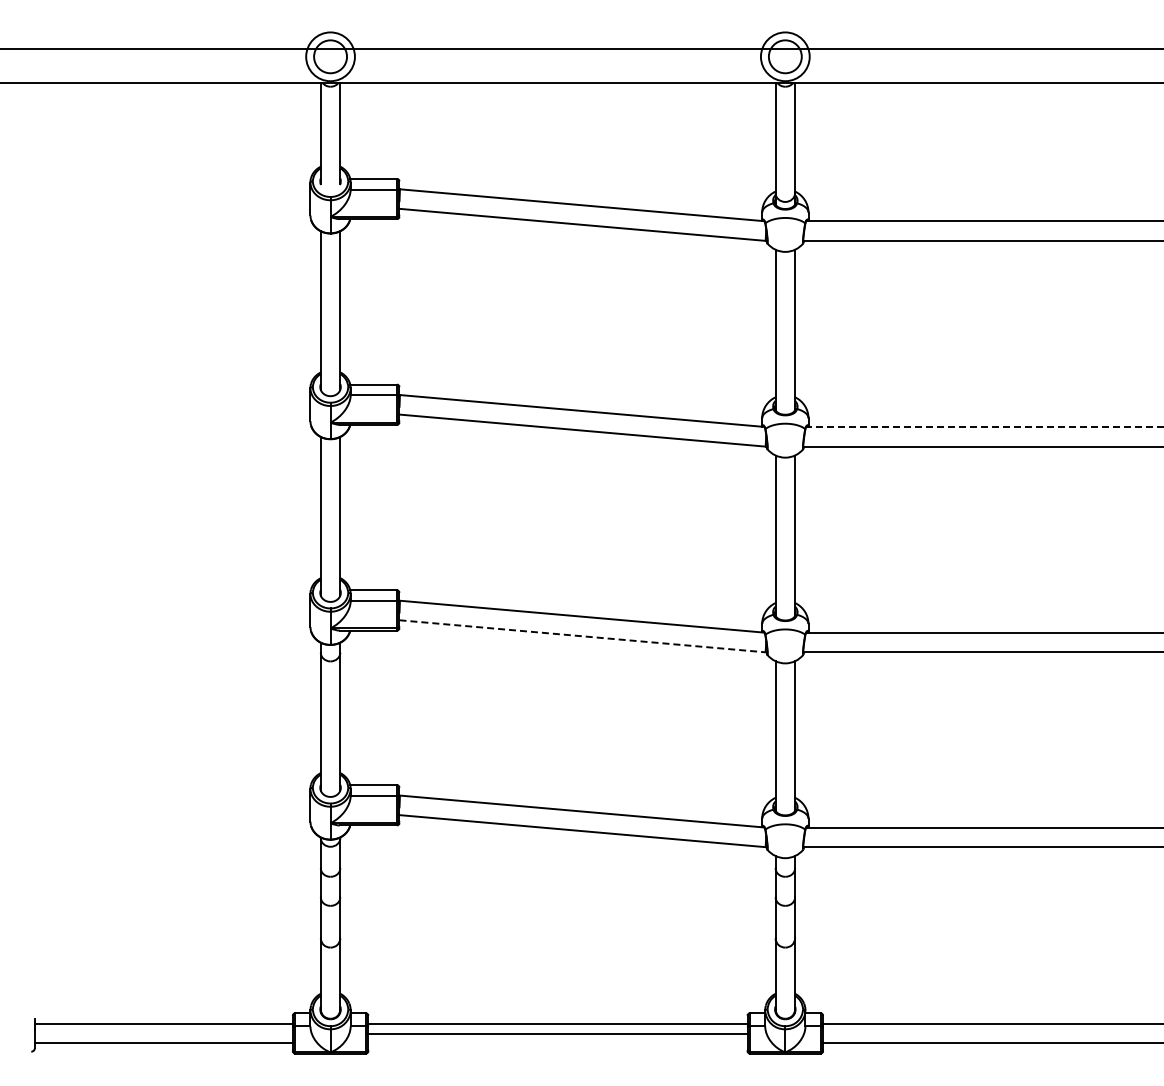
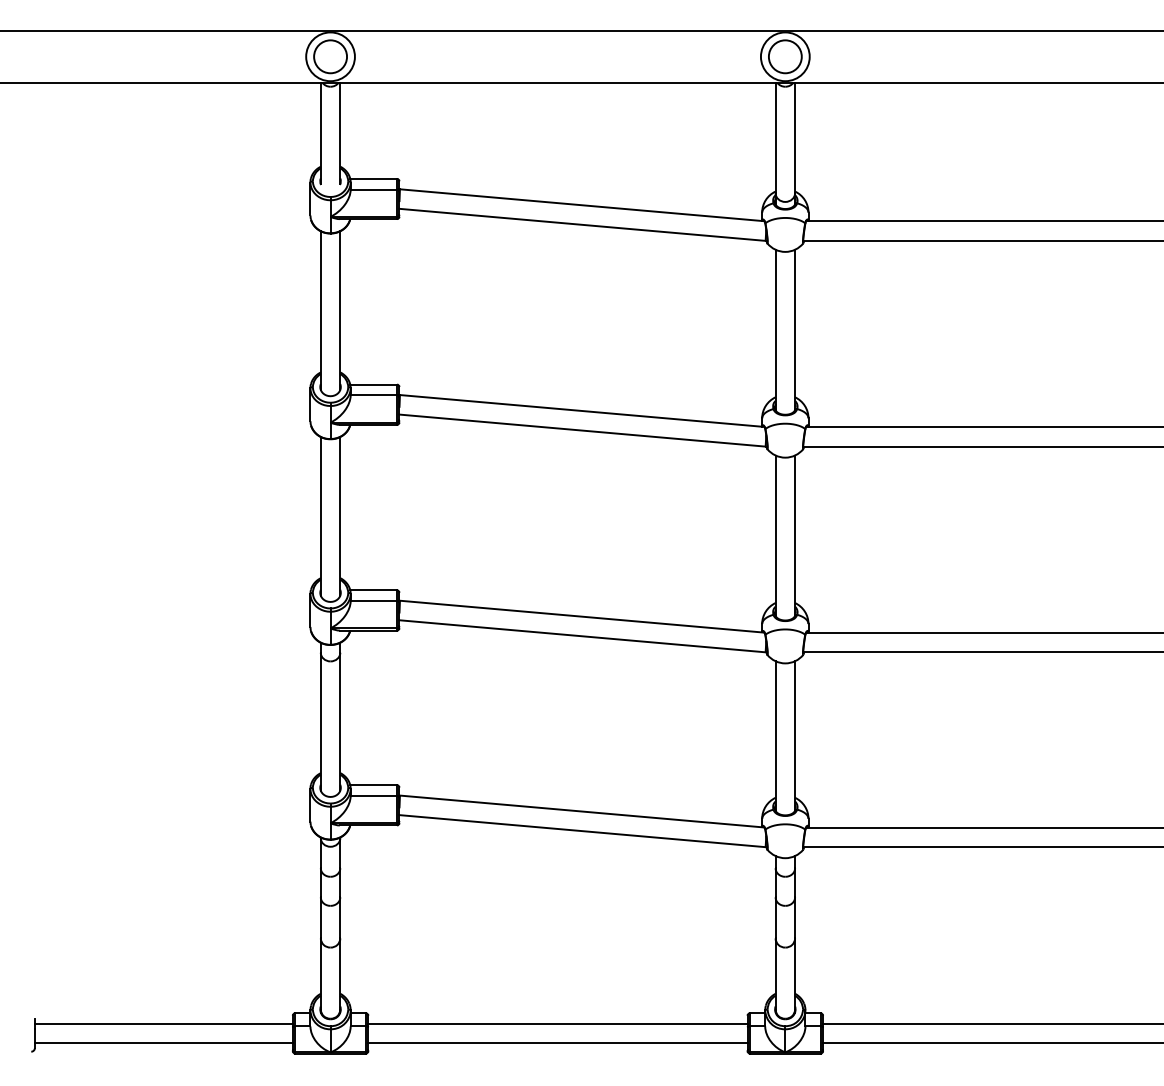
line at (581, 48) position: (581, 48) -> (581, 30)
line at (984, 427): dashed -> solid
line at (582, 636): dashed -> solid
line at (557, 1034) position: (557, 1034) -> (557, 1043)
